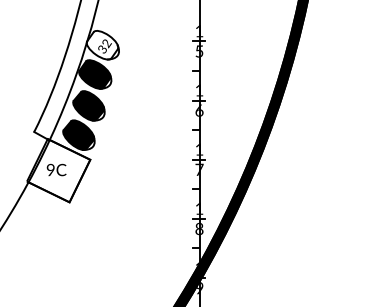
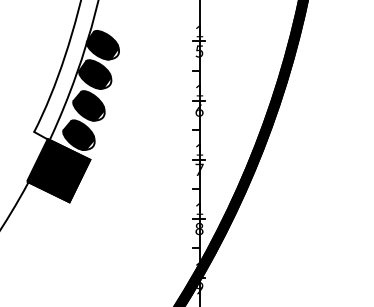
fill at (102, 44): none -> present
fill at (58, 170): none -> present
